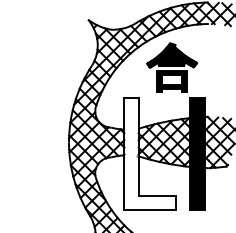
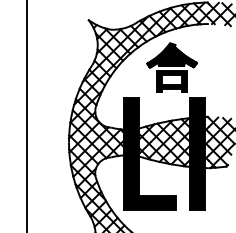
line at (27, 115): none -> present
fill at (149, 153): none -> present
